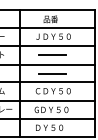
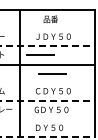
line at (48, 27): present -> none
line at (48, 46): solid -> dashed
line at (52, 54) position: (52, 54) -> (40, 54)
line at (48, 82): present -> none
line at (48, 100): solid -> dashed
line at (48, 118): present -> none
line at (48, 136): solid -> dashed
